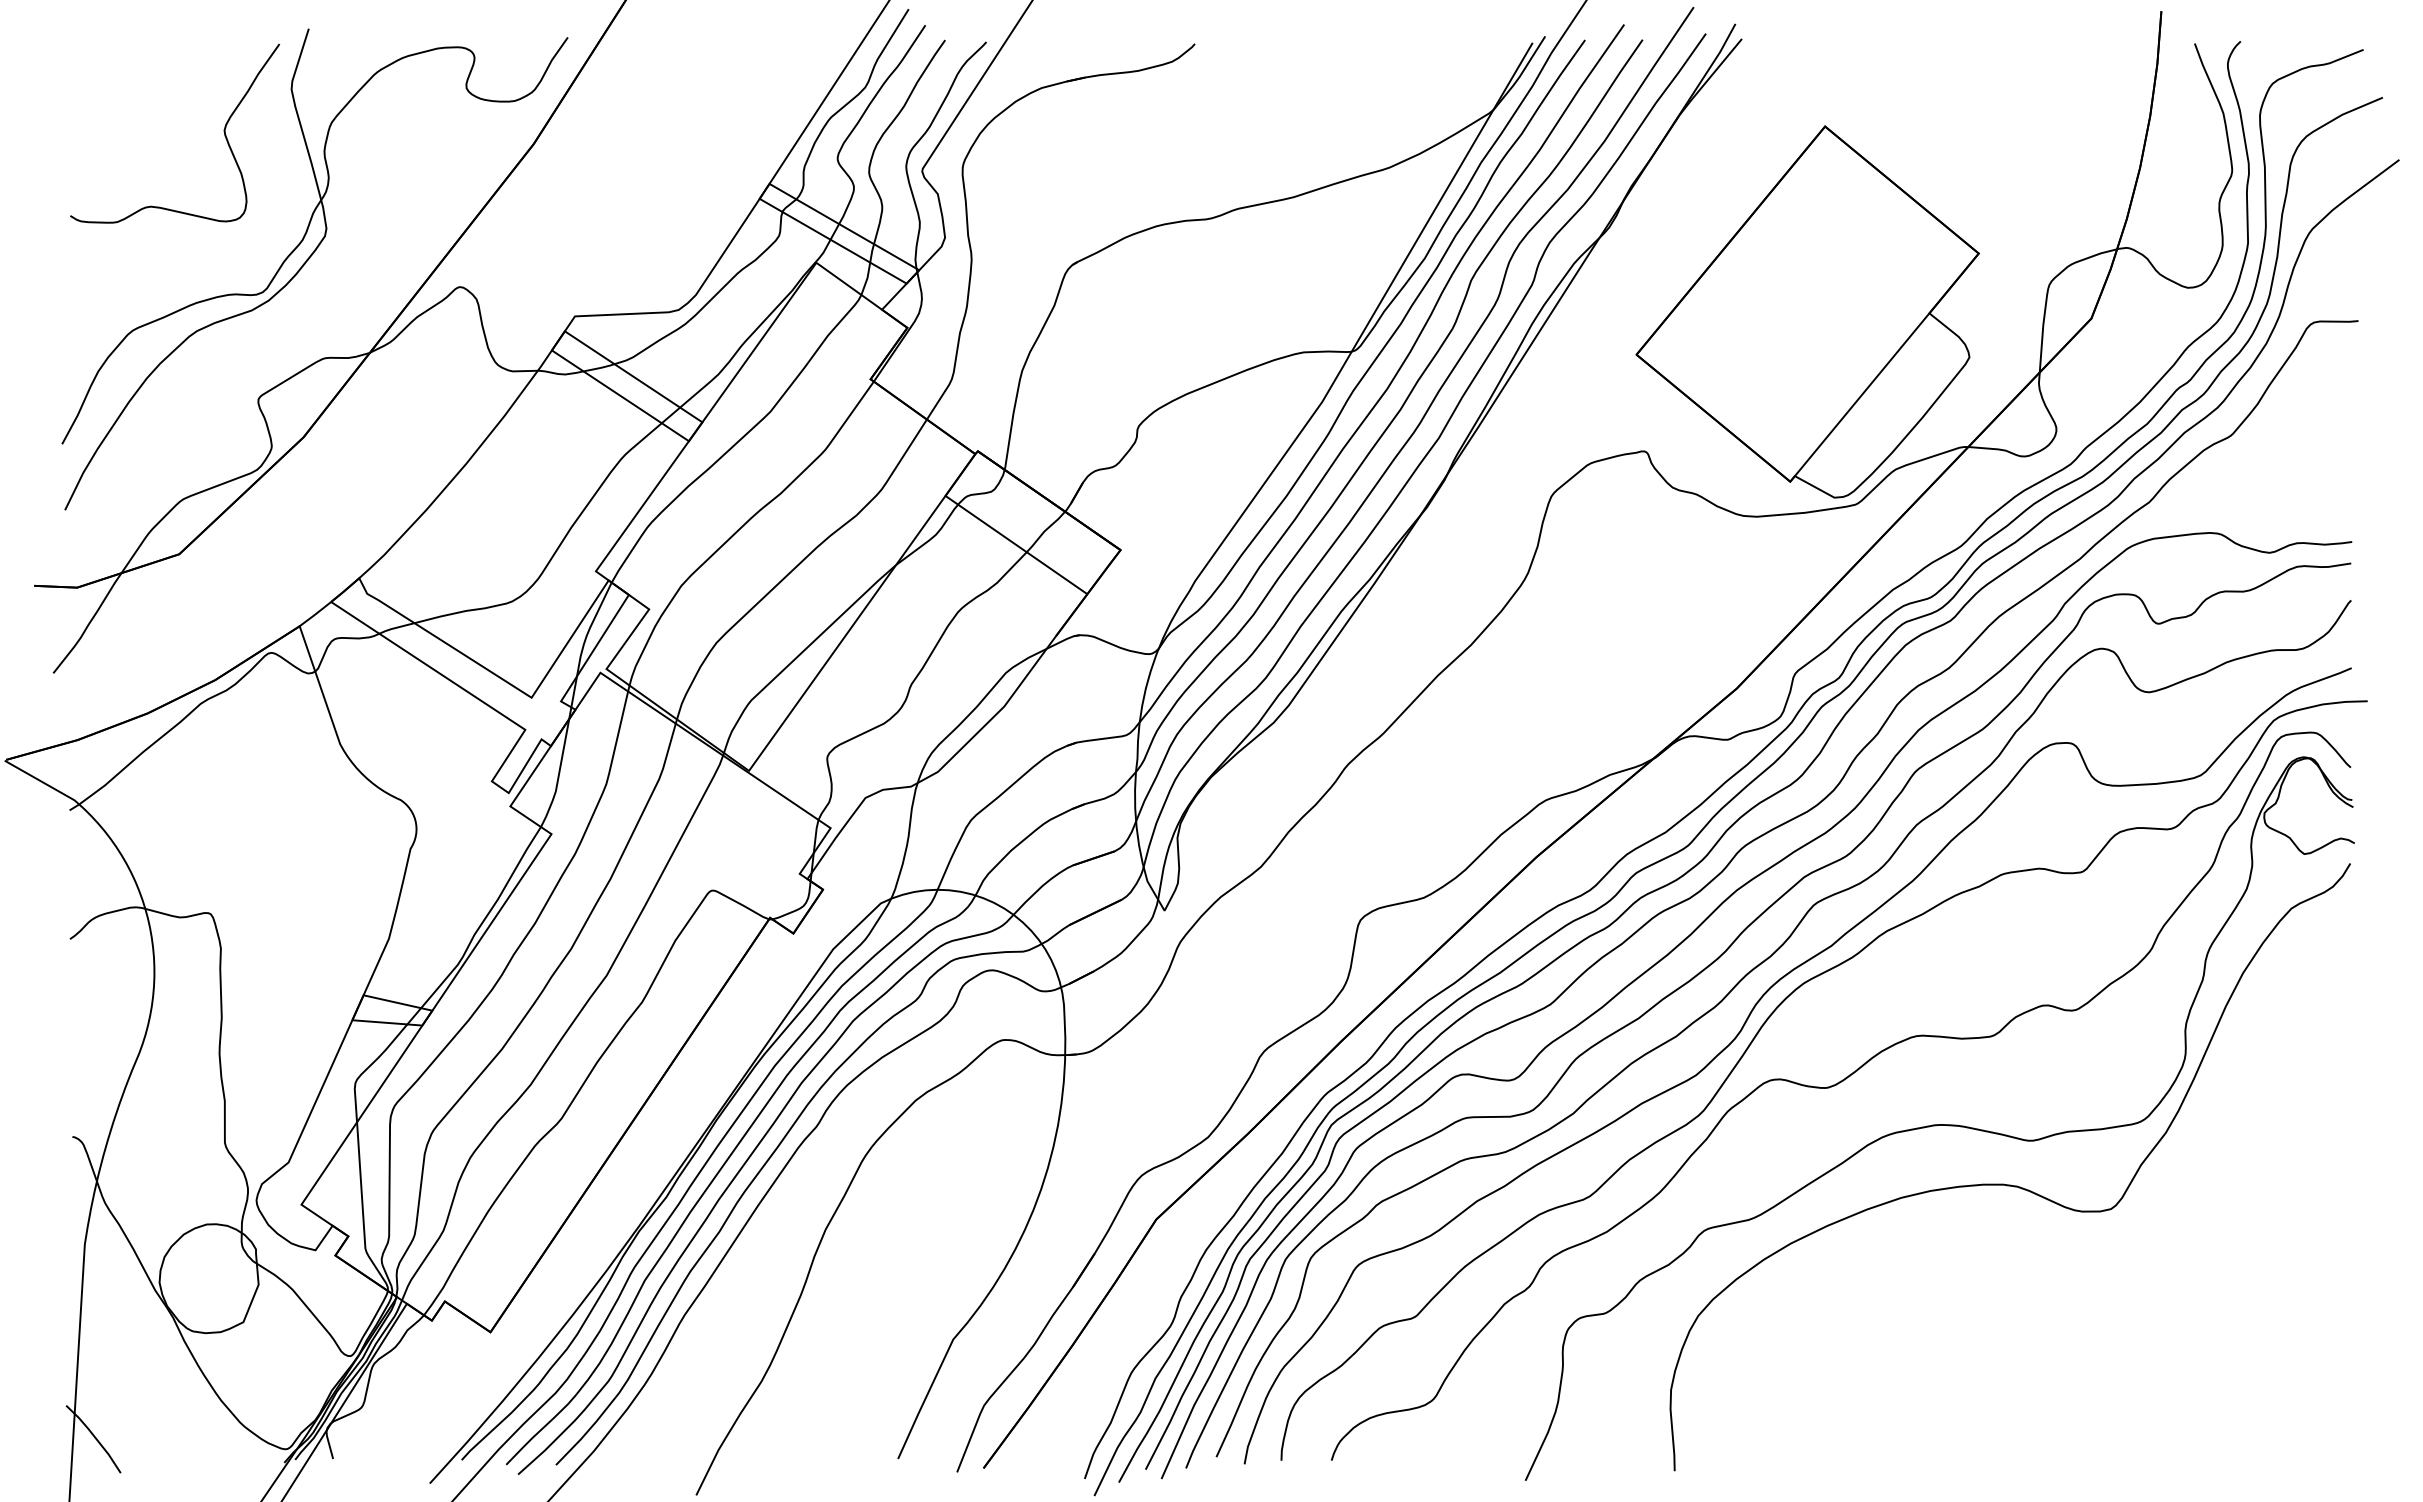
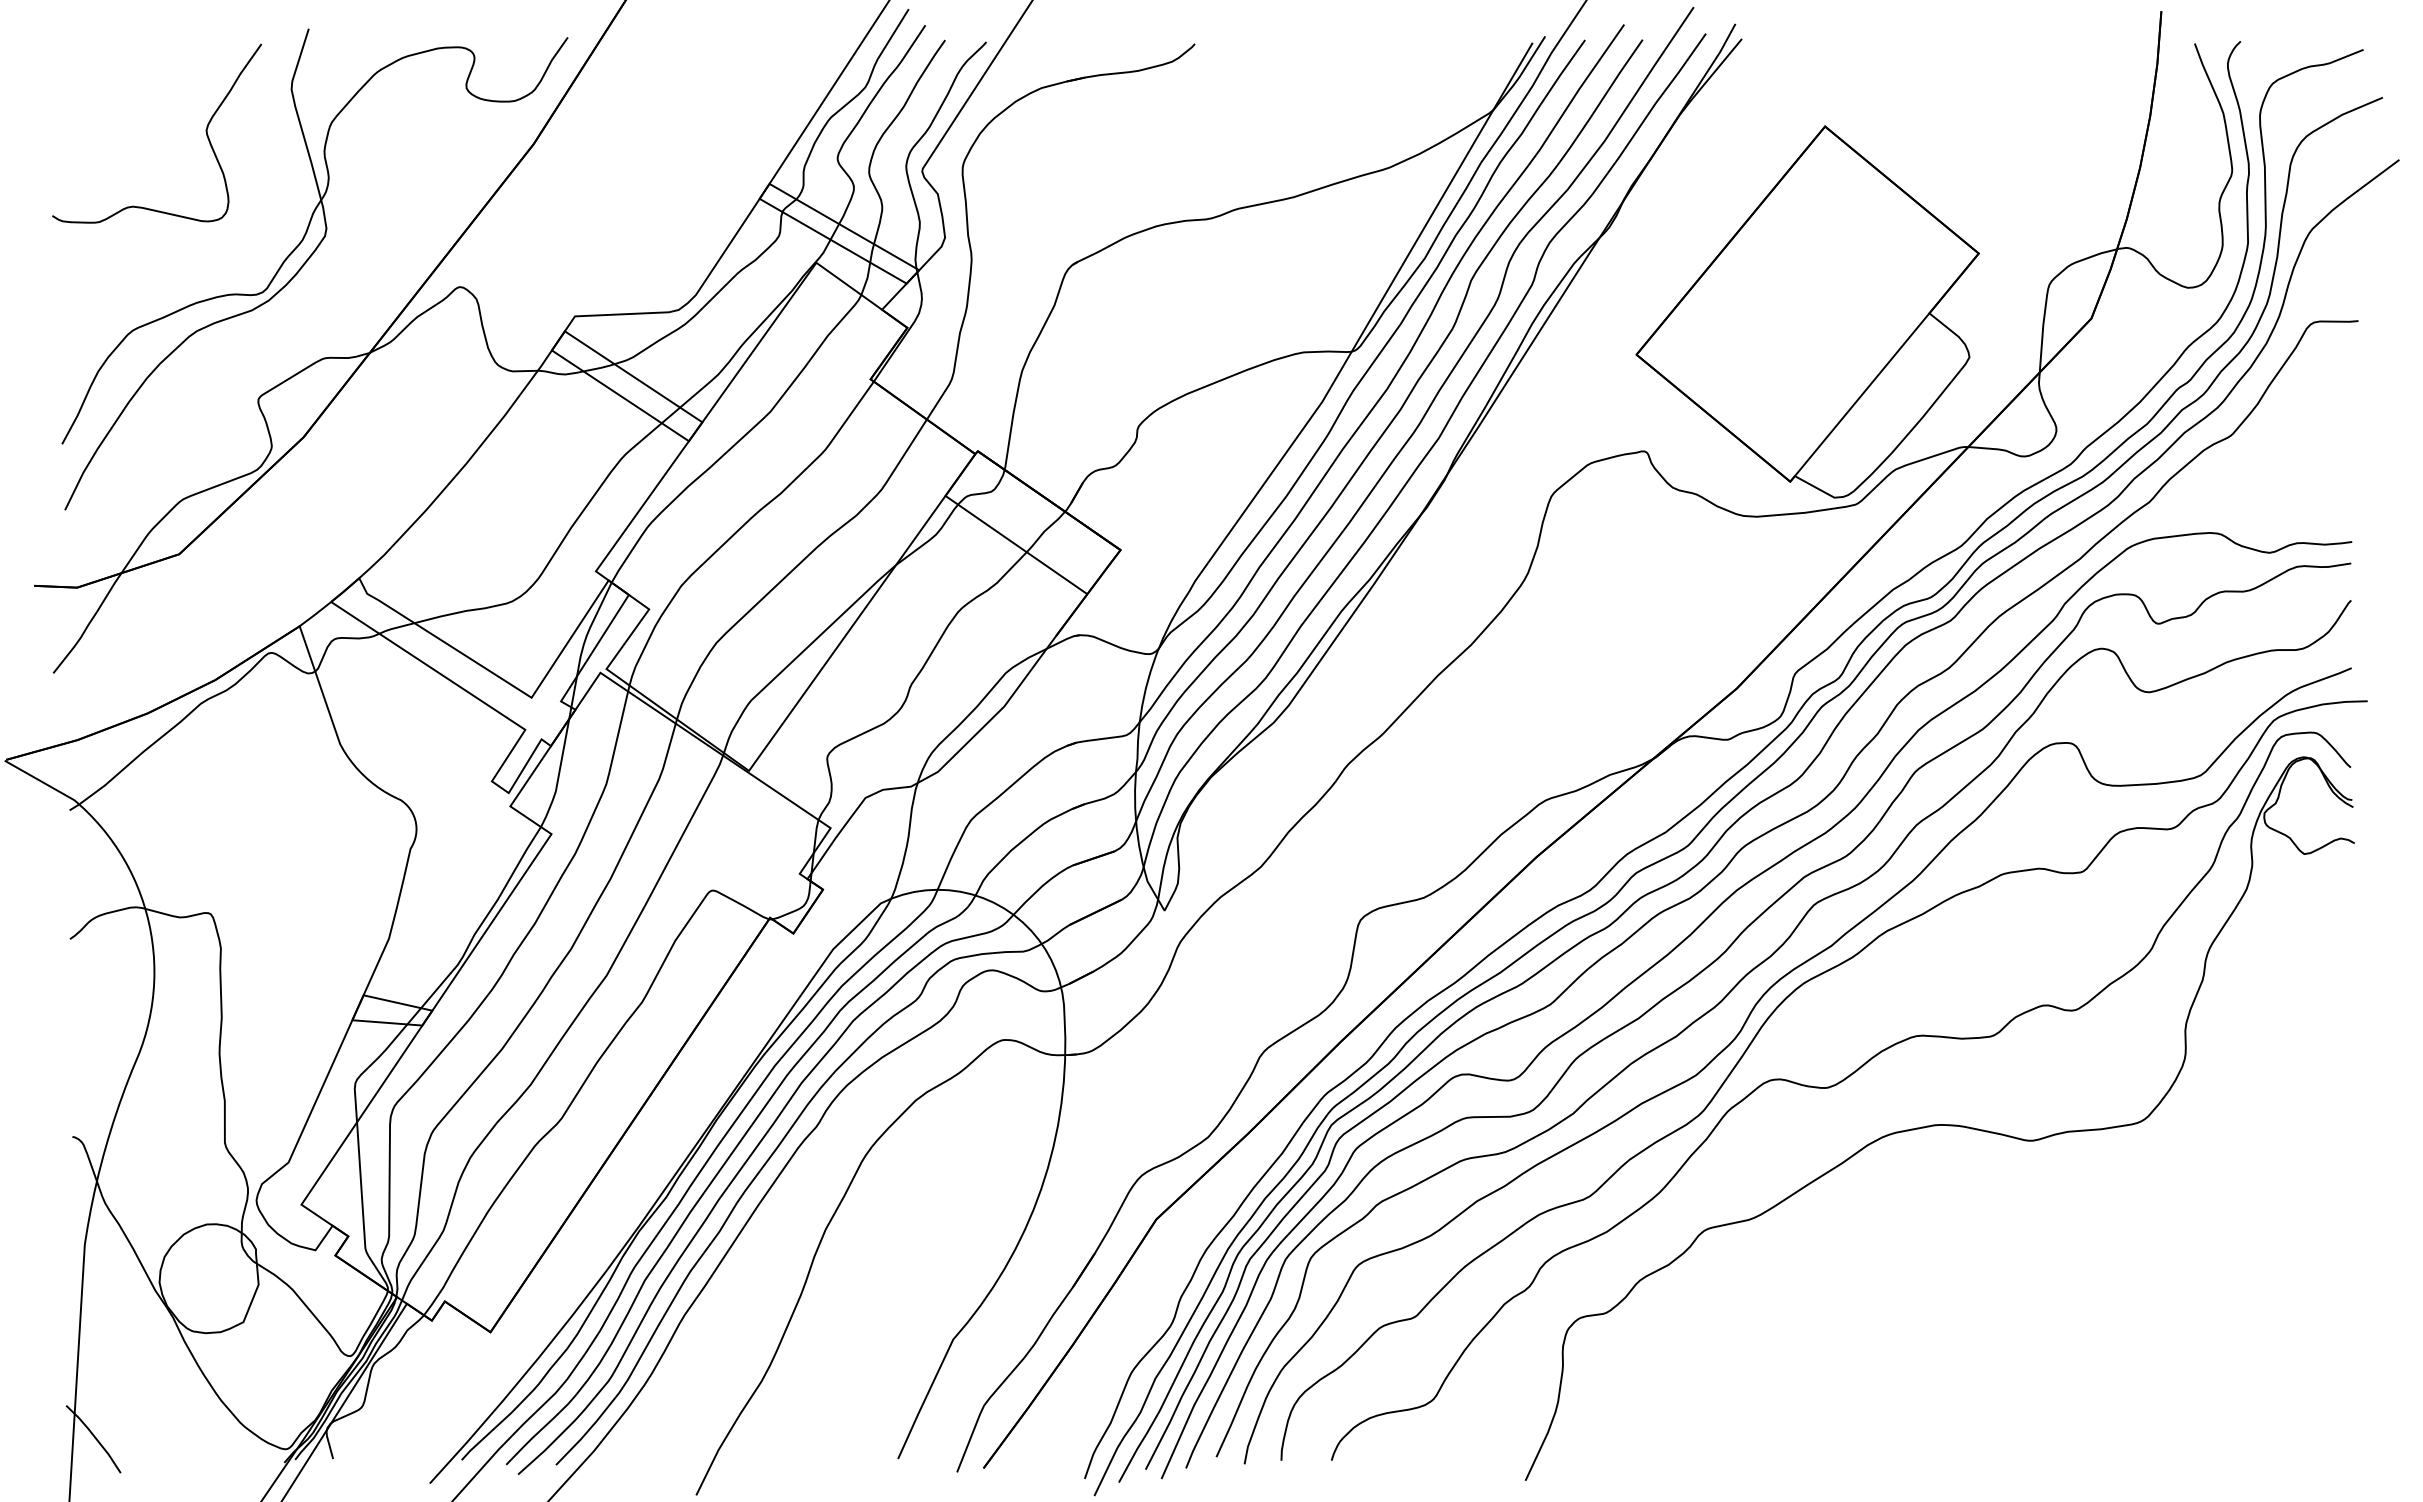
curve at (223, 131) position: (223, 131) -> (205, 131)
curve at (2004, 1183): present -> none
